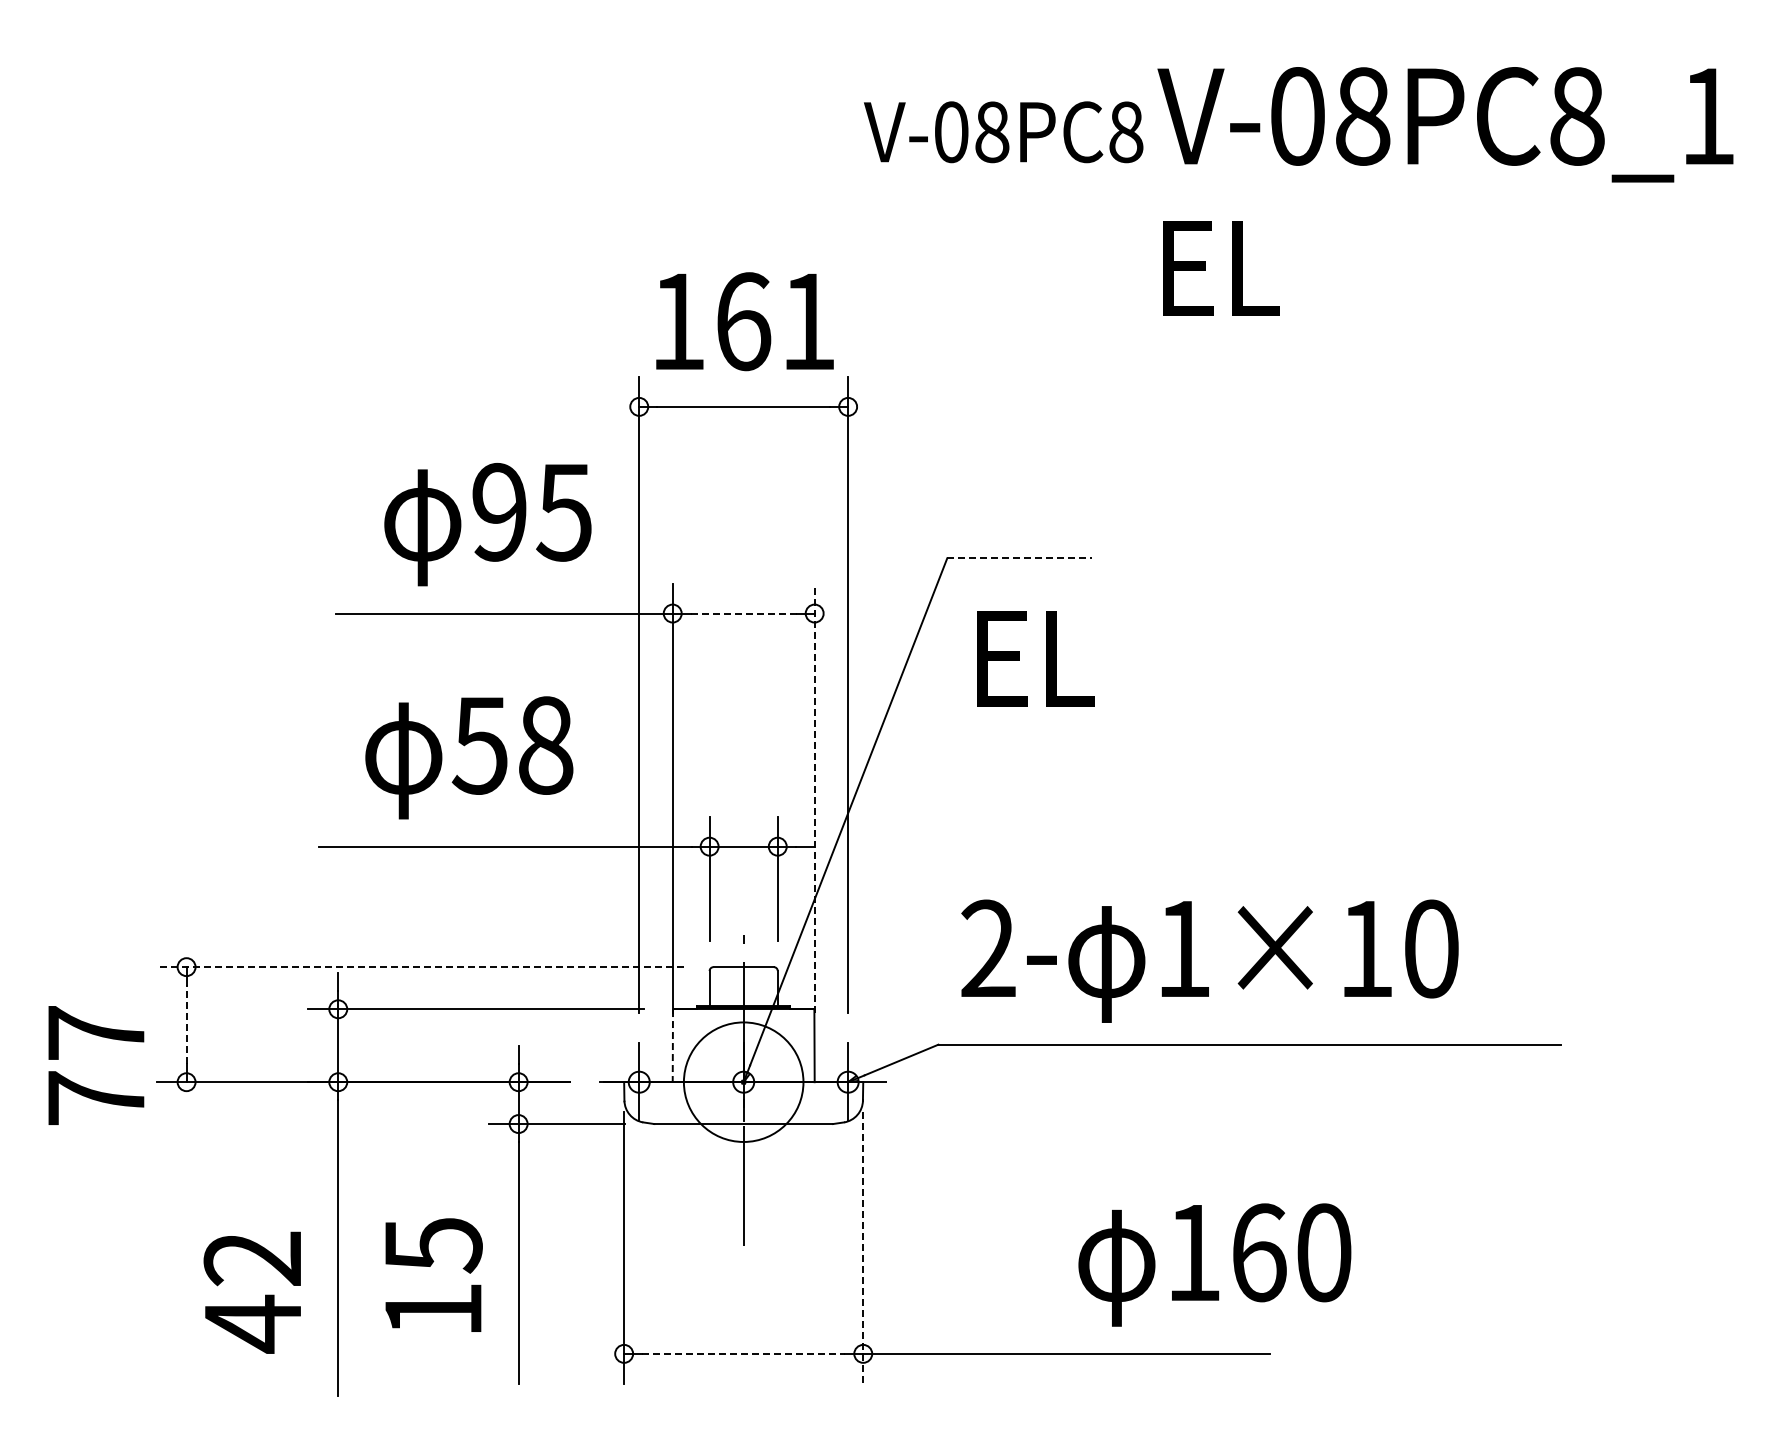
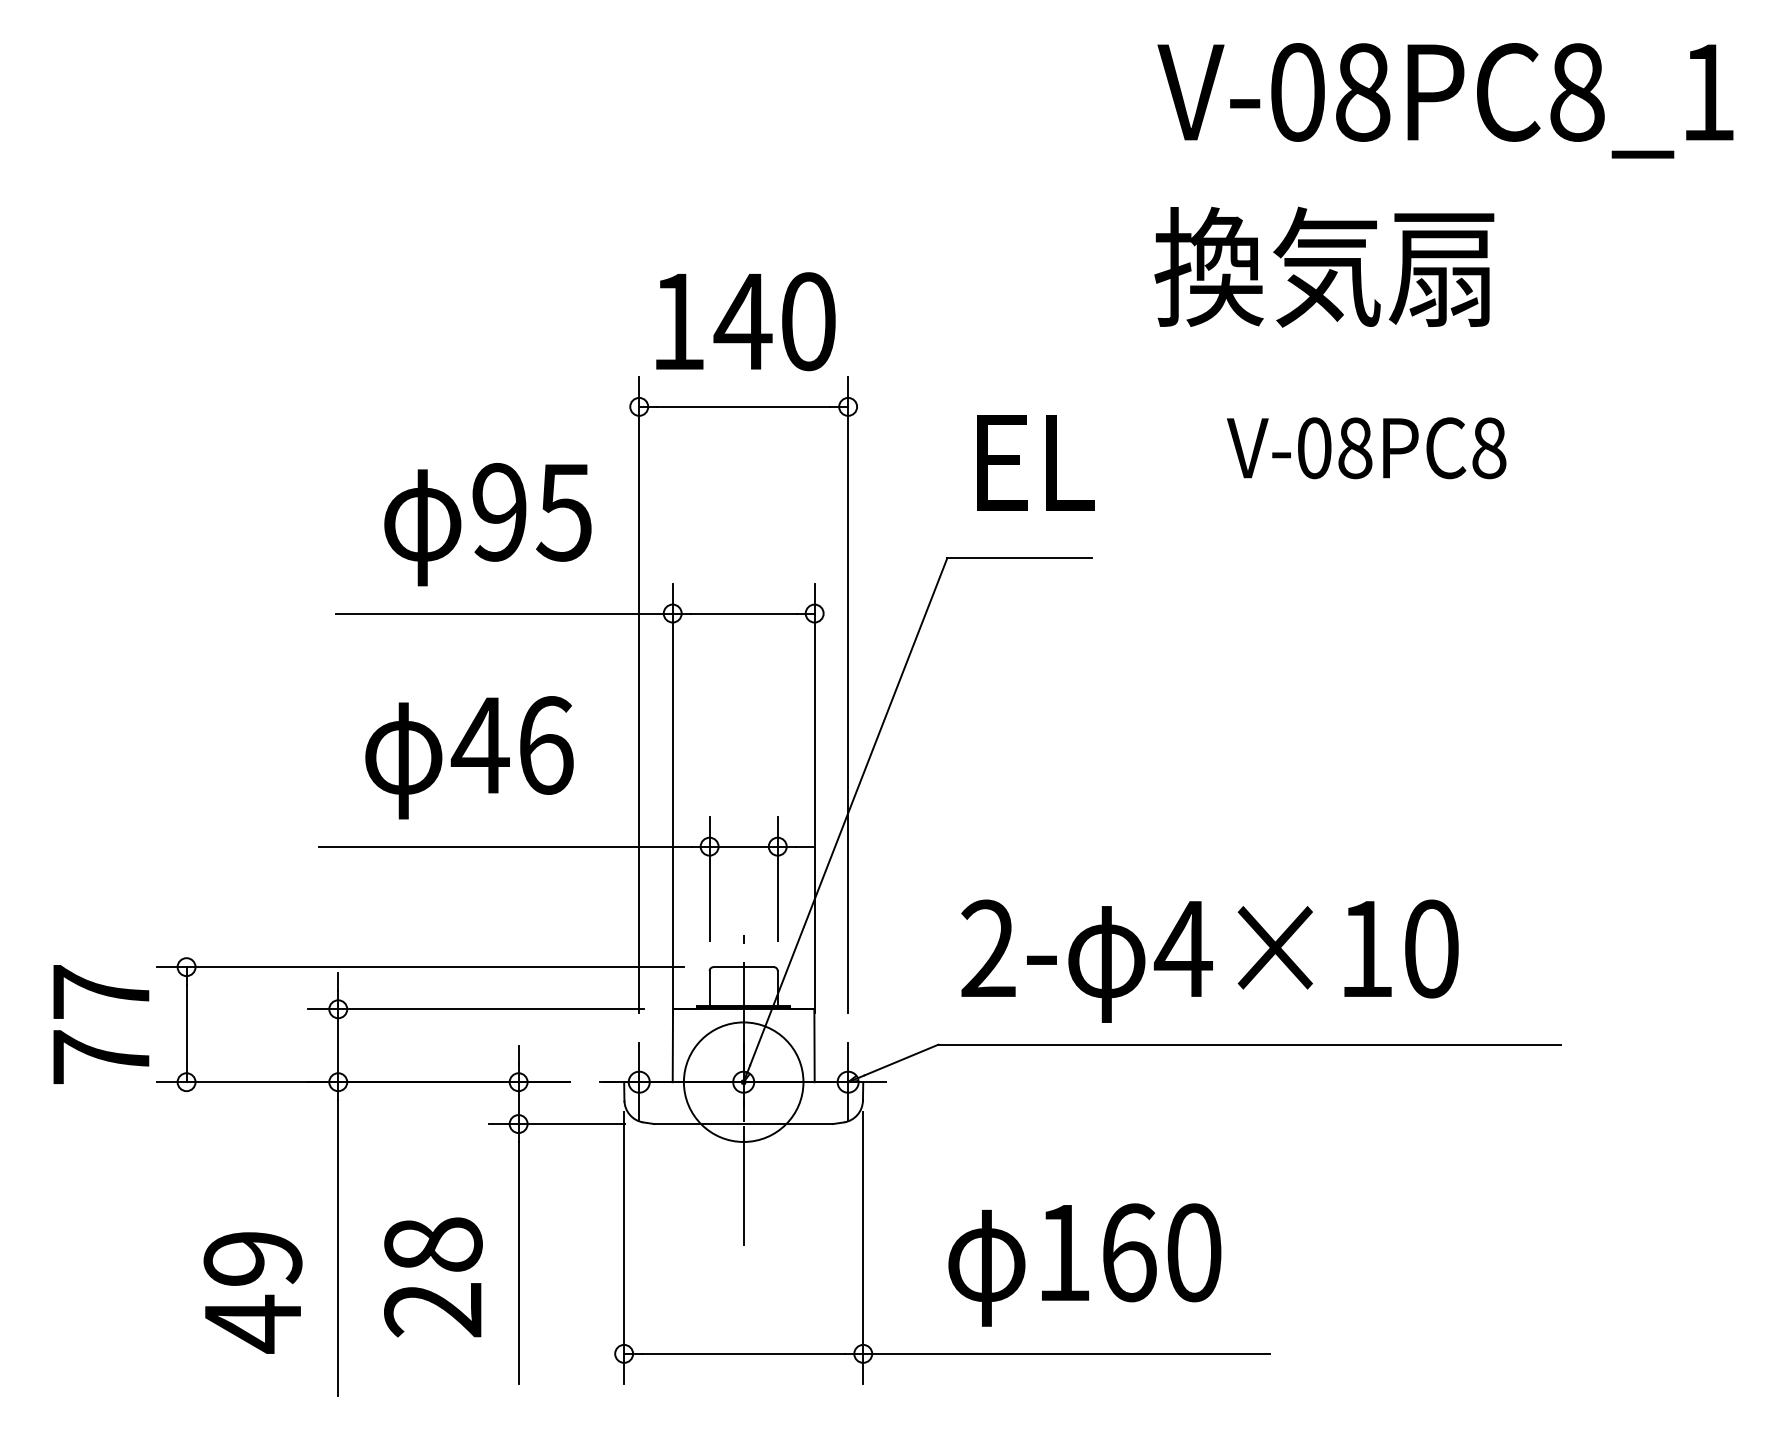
text at (1445, 124) position: (1445, 124) -> (1445, 100)
text at (1003, 132) position: (1003, 132) -> (1366, 448)
text at (1324, 266): EL -> 換気扇
text at (774, 321): 161 -> 140
line at (1019, 558): dashed -> solid
line at (743, 613): dashed -> solid
text at (1035, 658) position: (1035, 658) -> (1035, 462)
text at (511, 745): 58 -> 46
line at (814, 798): dashed -> solid
text at (1182, 948): 1×10 -> 4×10
line at (419, 967): dashed -> solid
line at (186, 1024): dashed -> solid
line at (672, 1046): dashed -> solid
text at (96, 1065) position: (96, 1065) -> (101, 1024)
line at (863, 1247): dashed -> solid
text at (253, 1258): 42 -> 49
text at (1214, 1264) position: (1214, 1264) -> (1084, 1264)
text at (433, 1277): 15 -> 28
line at (743, 1353): dashed -> solid
